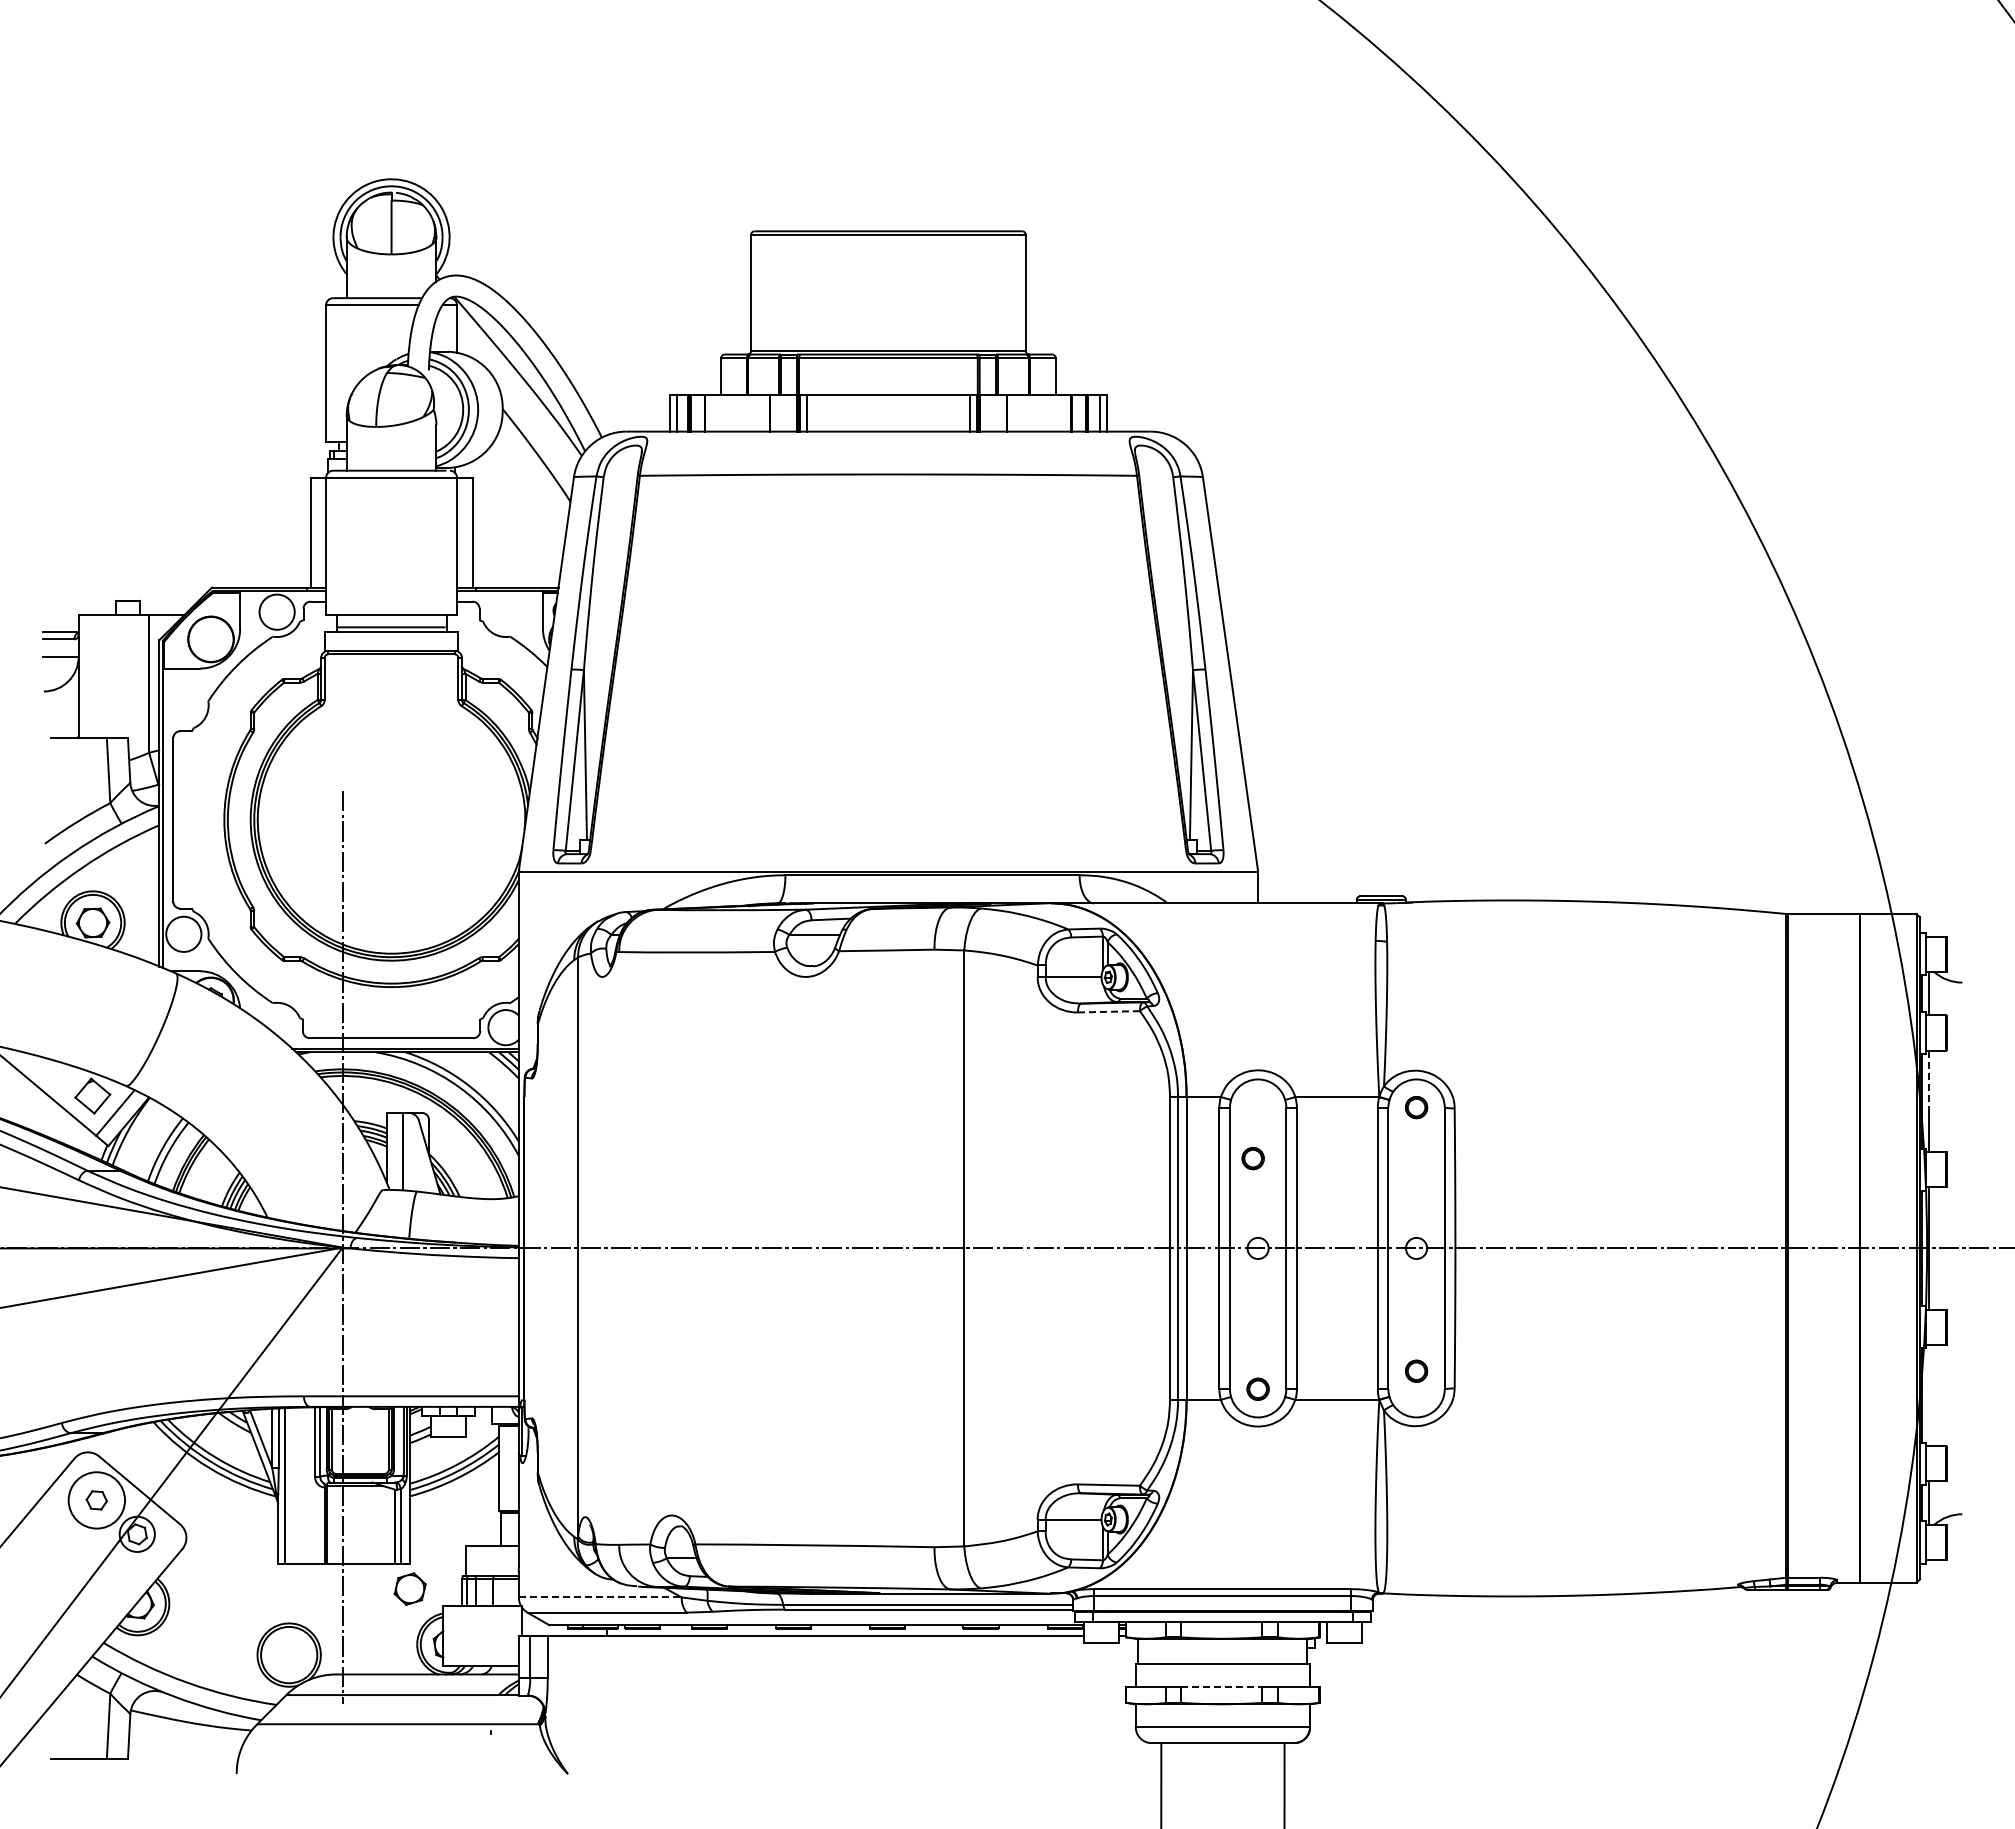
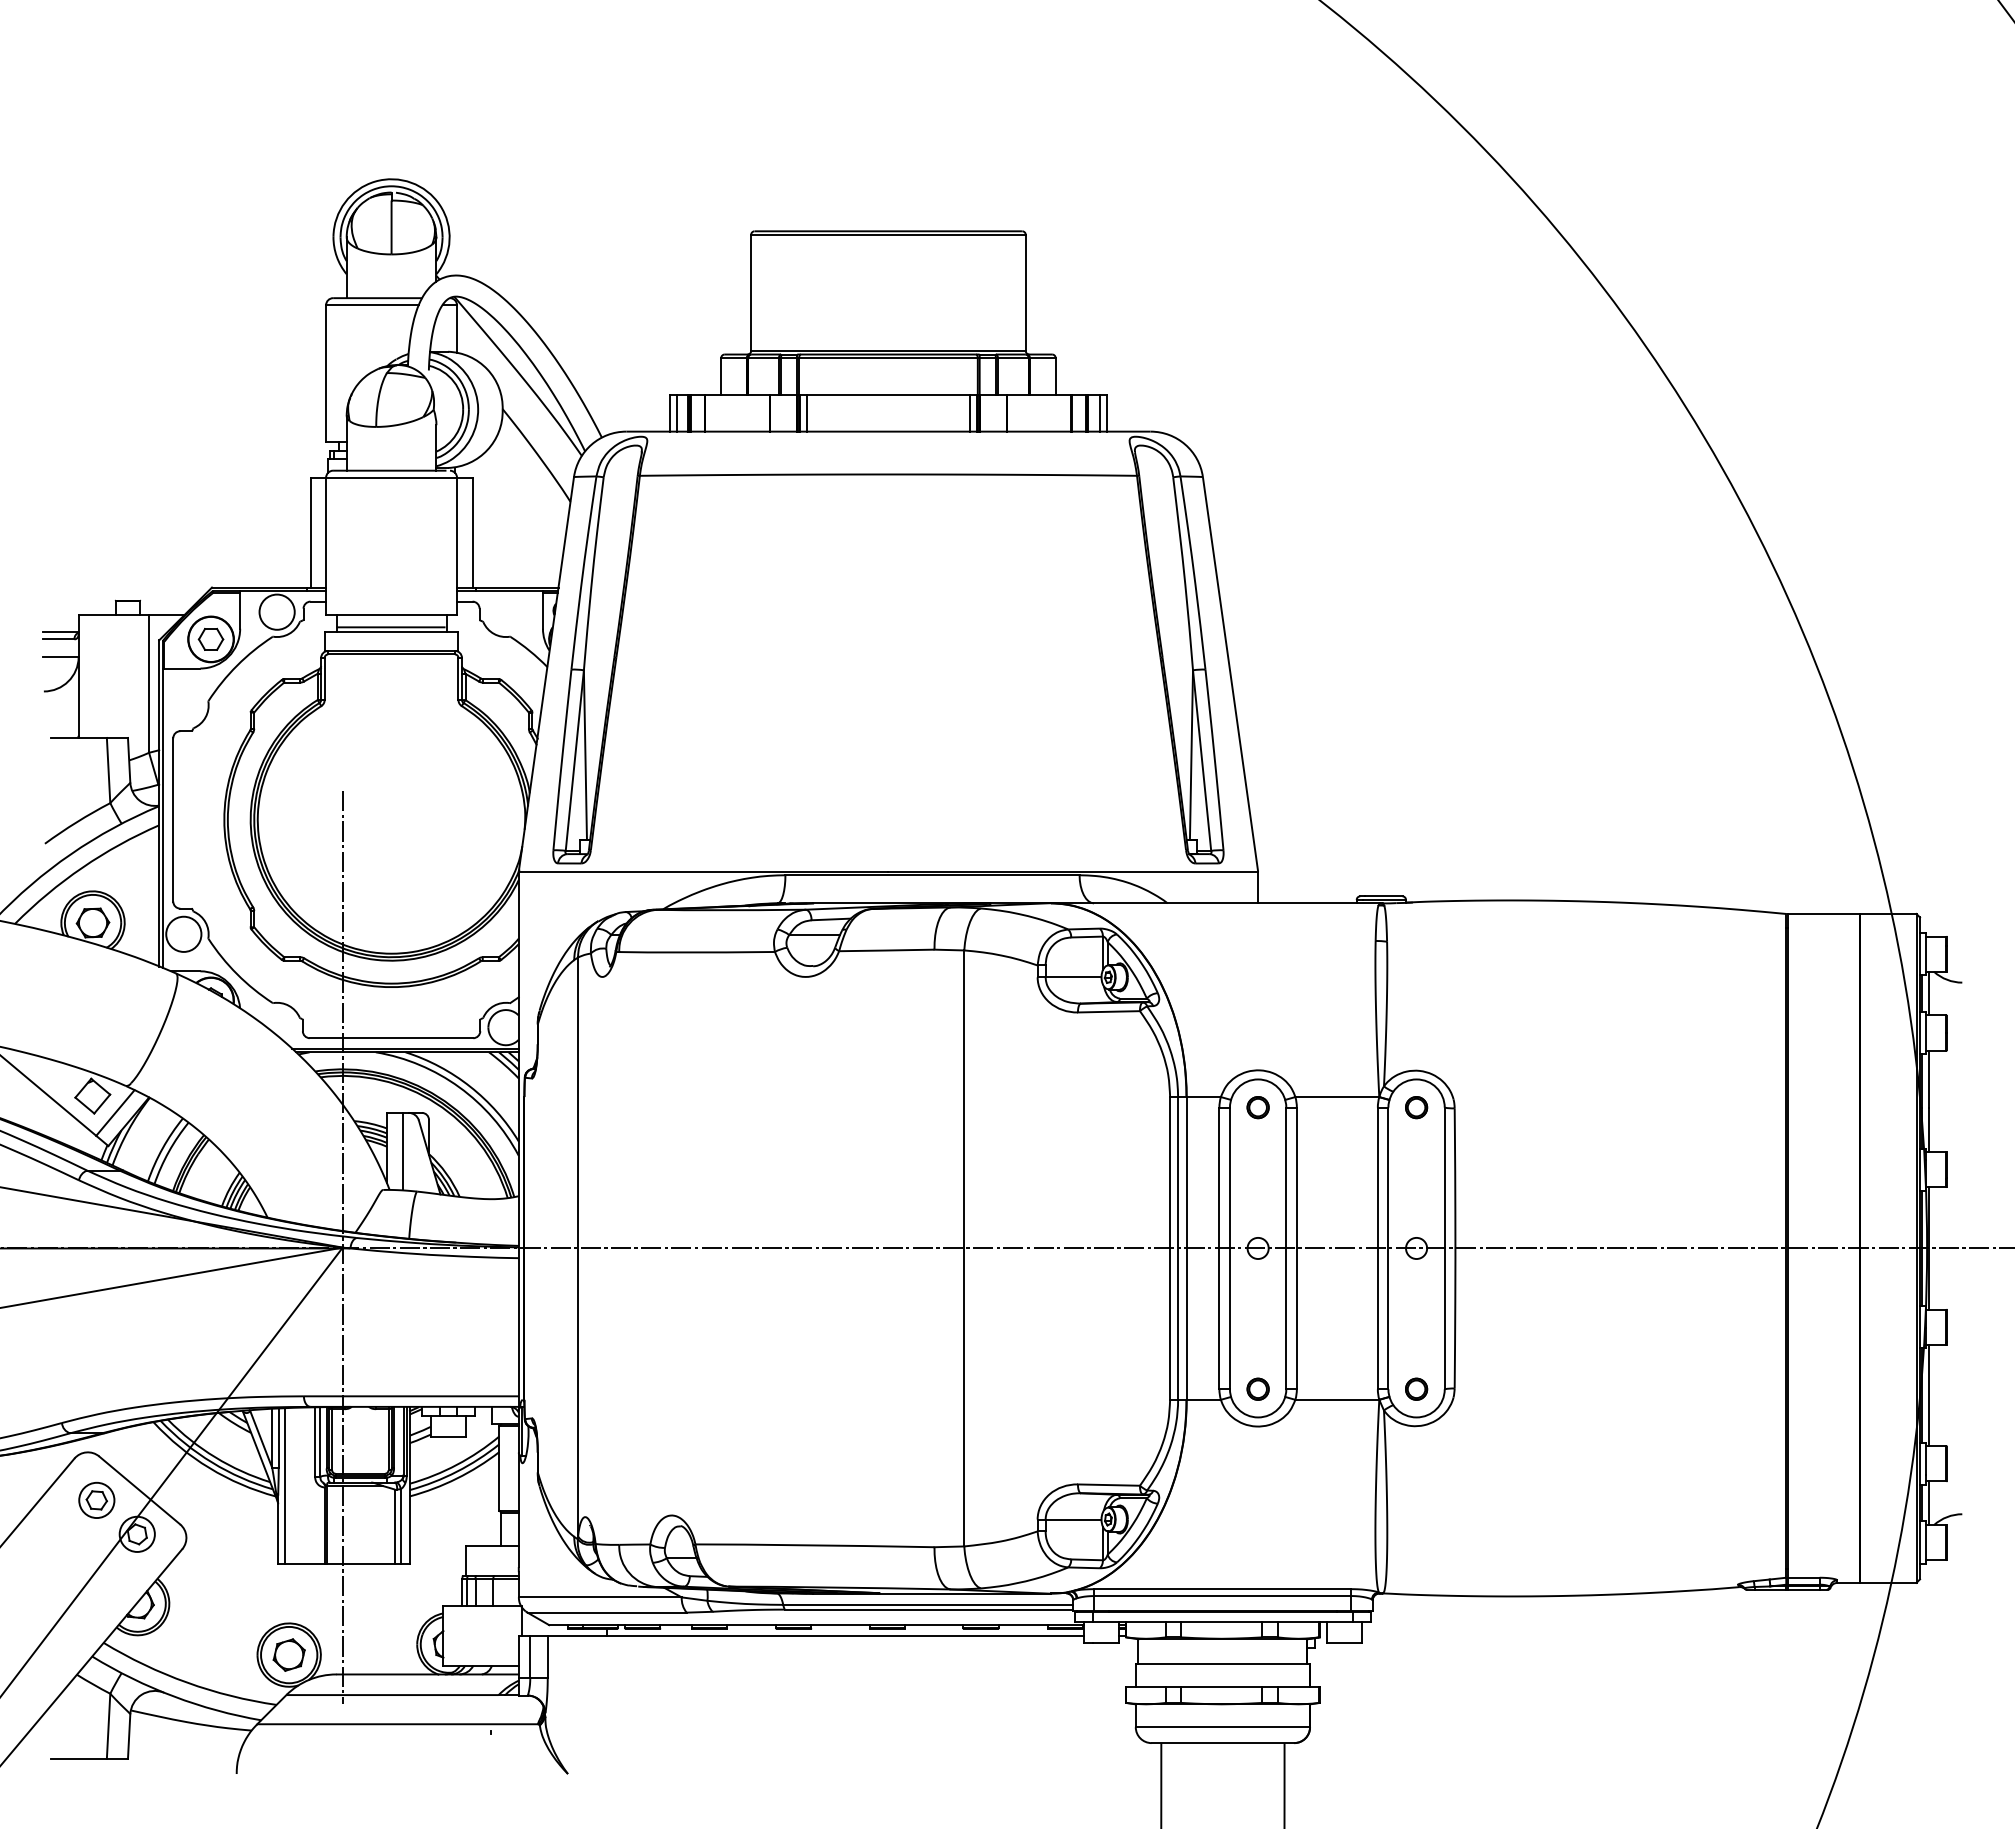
part at (210, 638): none -> present
line at (1108, 1011): dashed -> solid
line at (1929, 1079): dashed -> solid
part at (1252, 1158) position: (1252, 1158) -> (1257, 1107)
part at (1416, 1370) position: (1416, 1370) -> (1416, 1388)
line at (1929, 1395): none -> present
circle at (96, 1500) diameter: 56 px -> 35 px
part at (409, 1588) position: (409, 1588) -> (288, 1654)
line at (600, 1597): dashed -> solid
line at (1222, 1686): dashed -> solid
